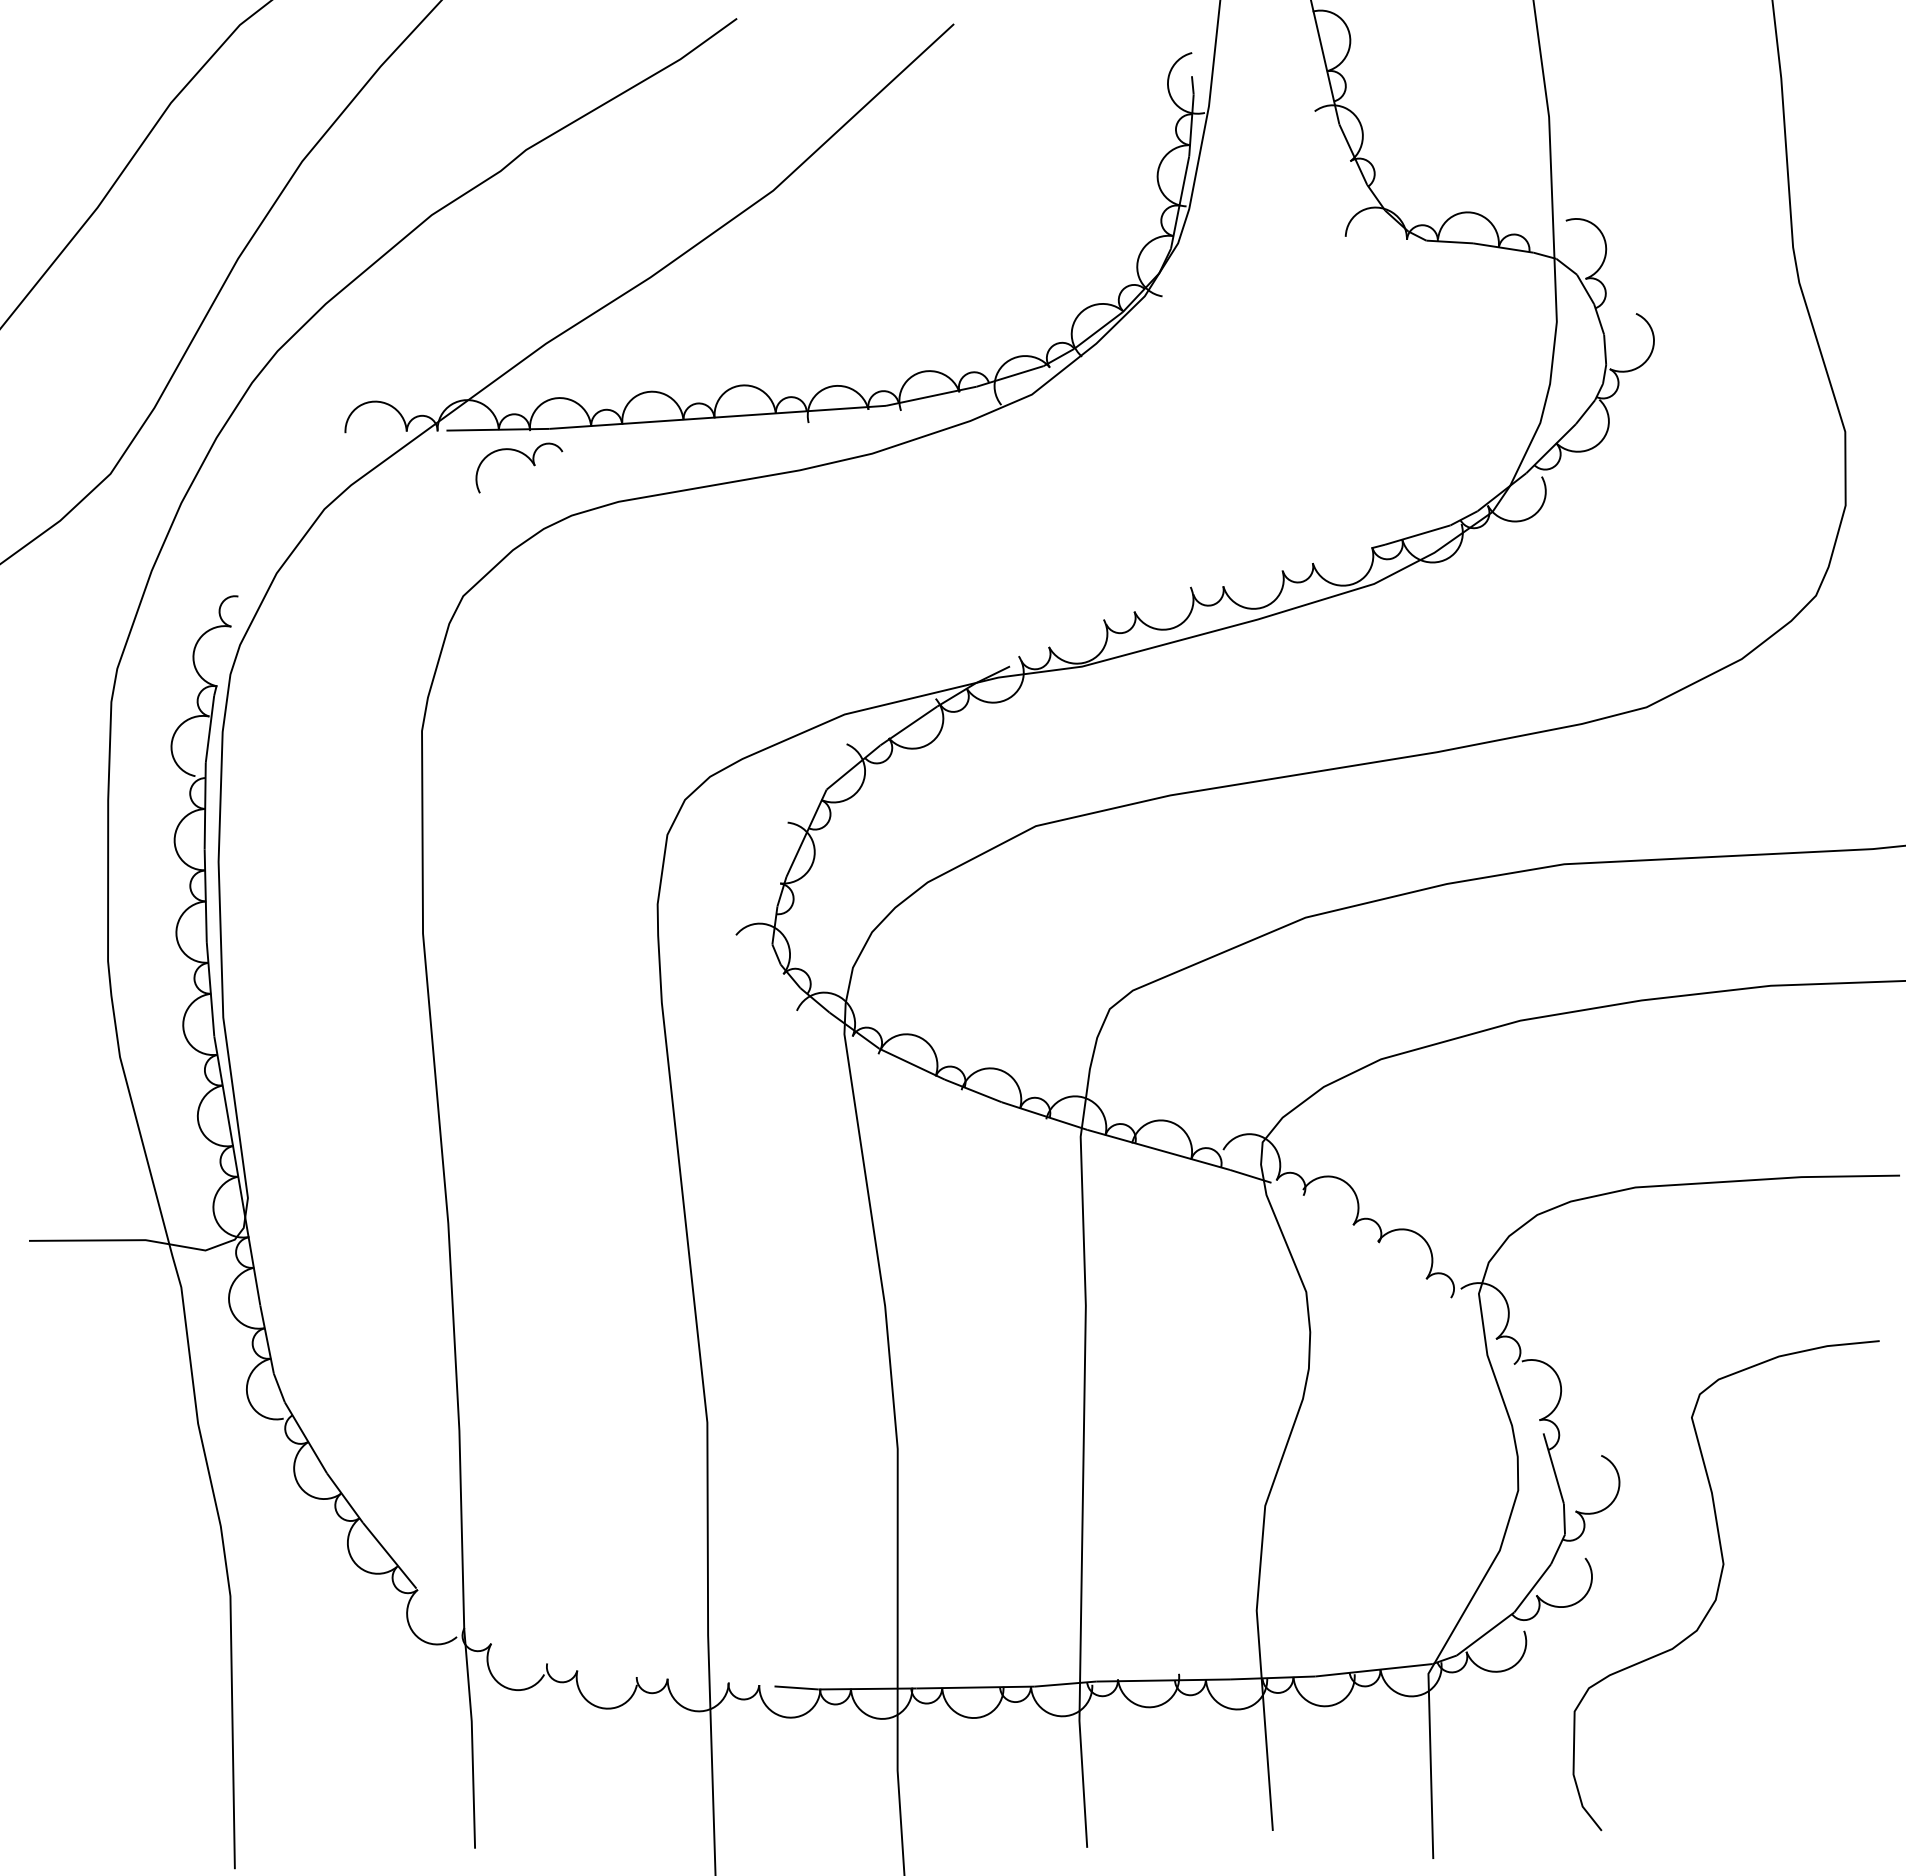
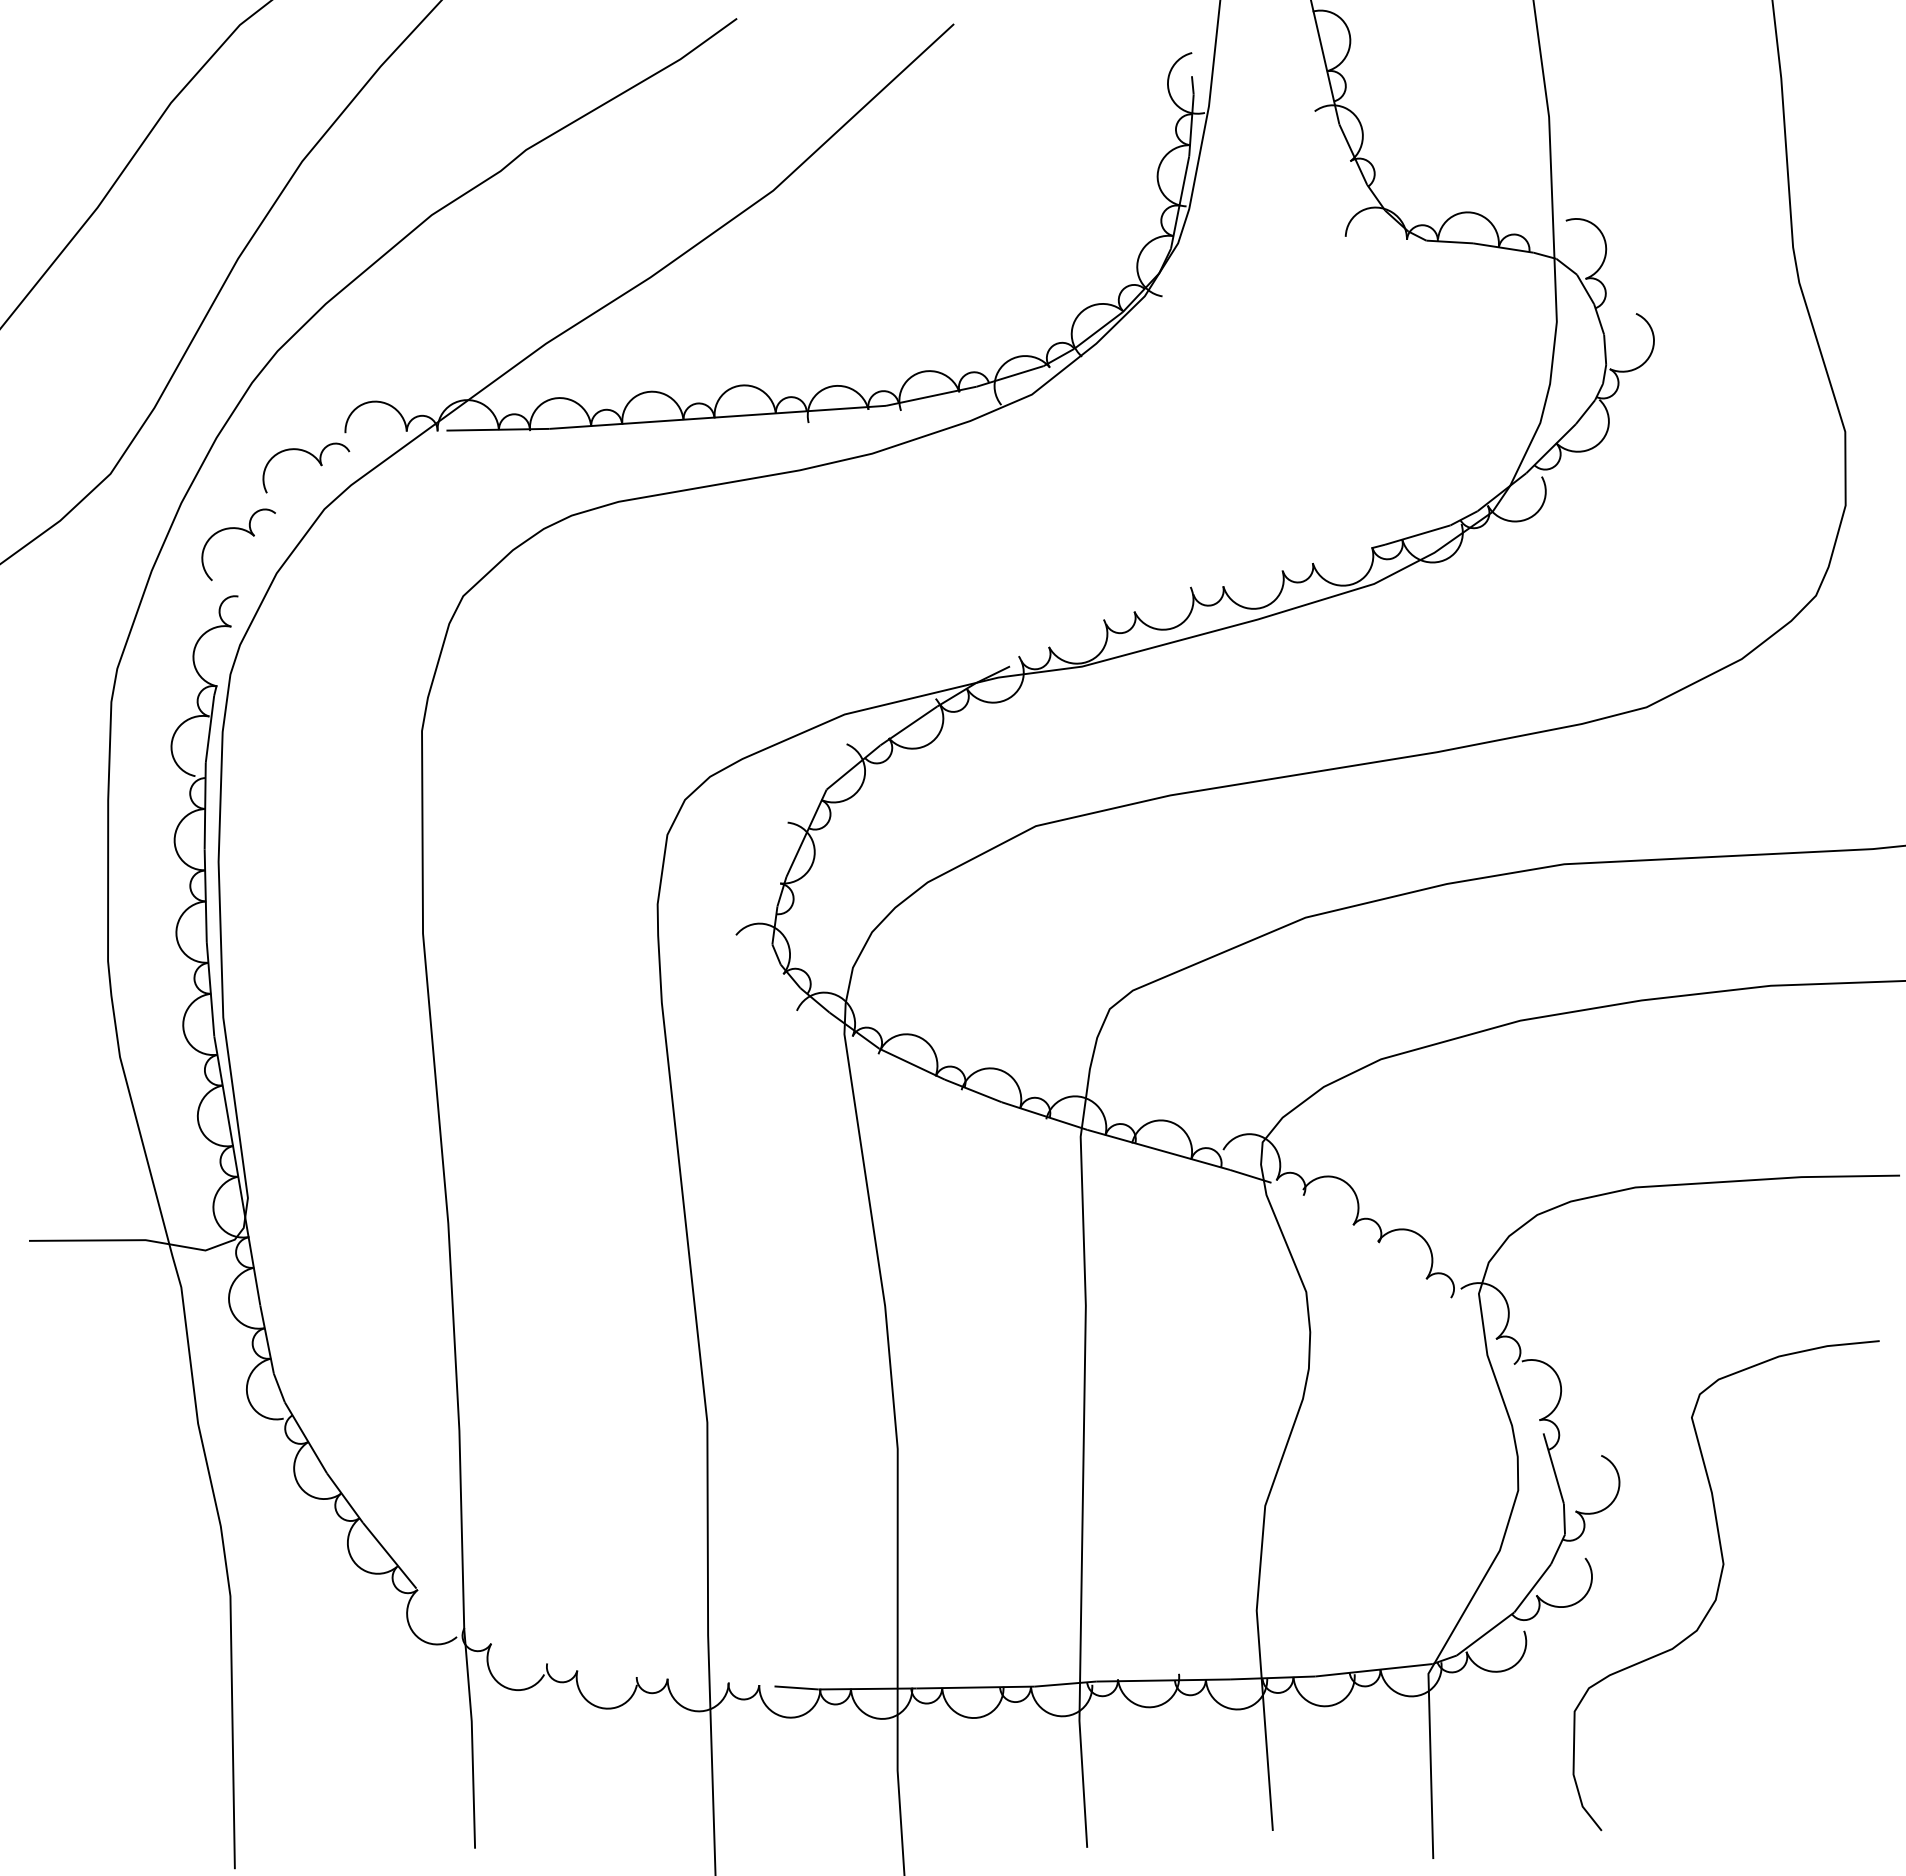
part at (526, 457) position: (526, 457) -> (313, 457)
part at (241, 530): none -> present
